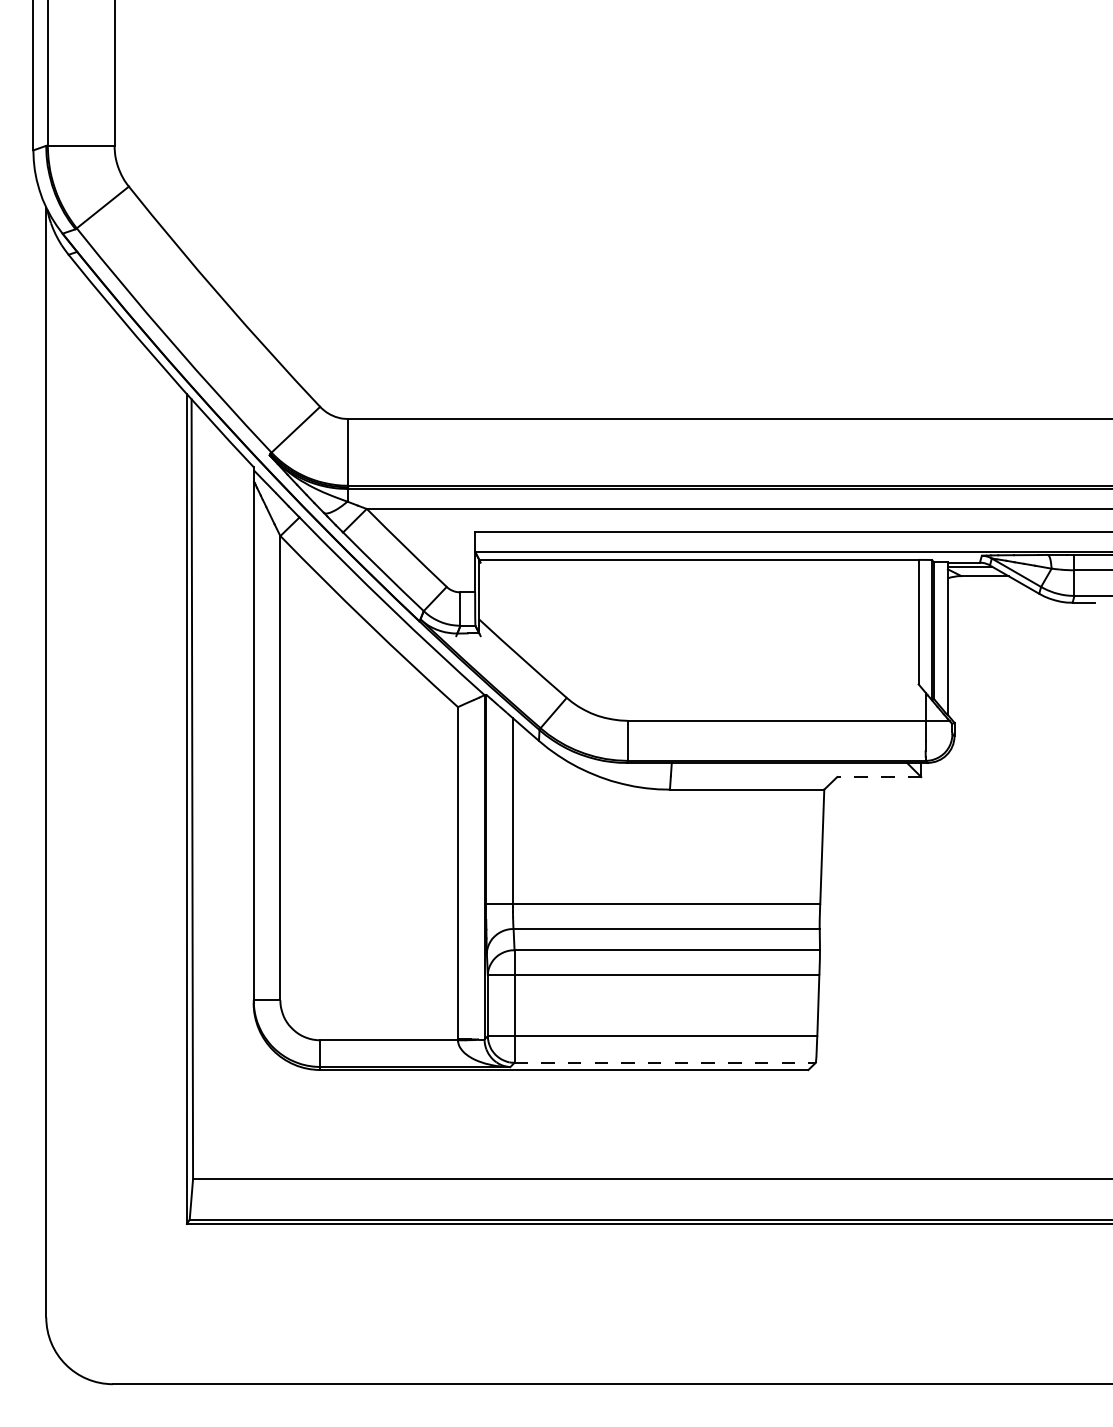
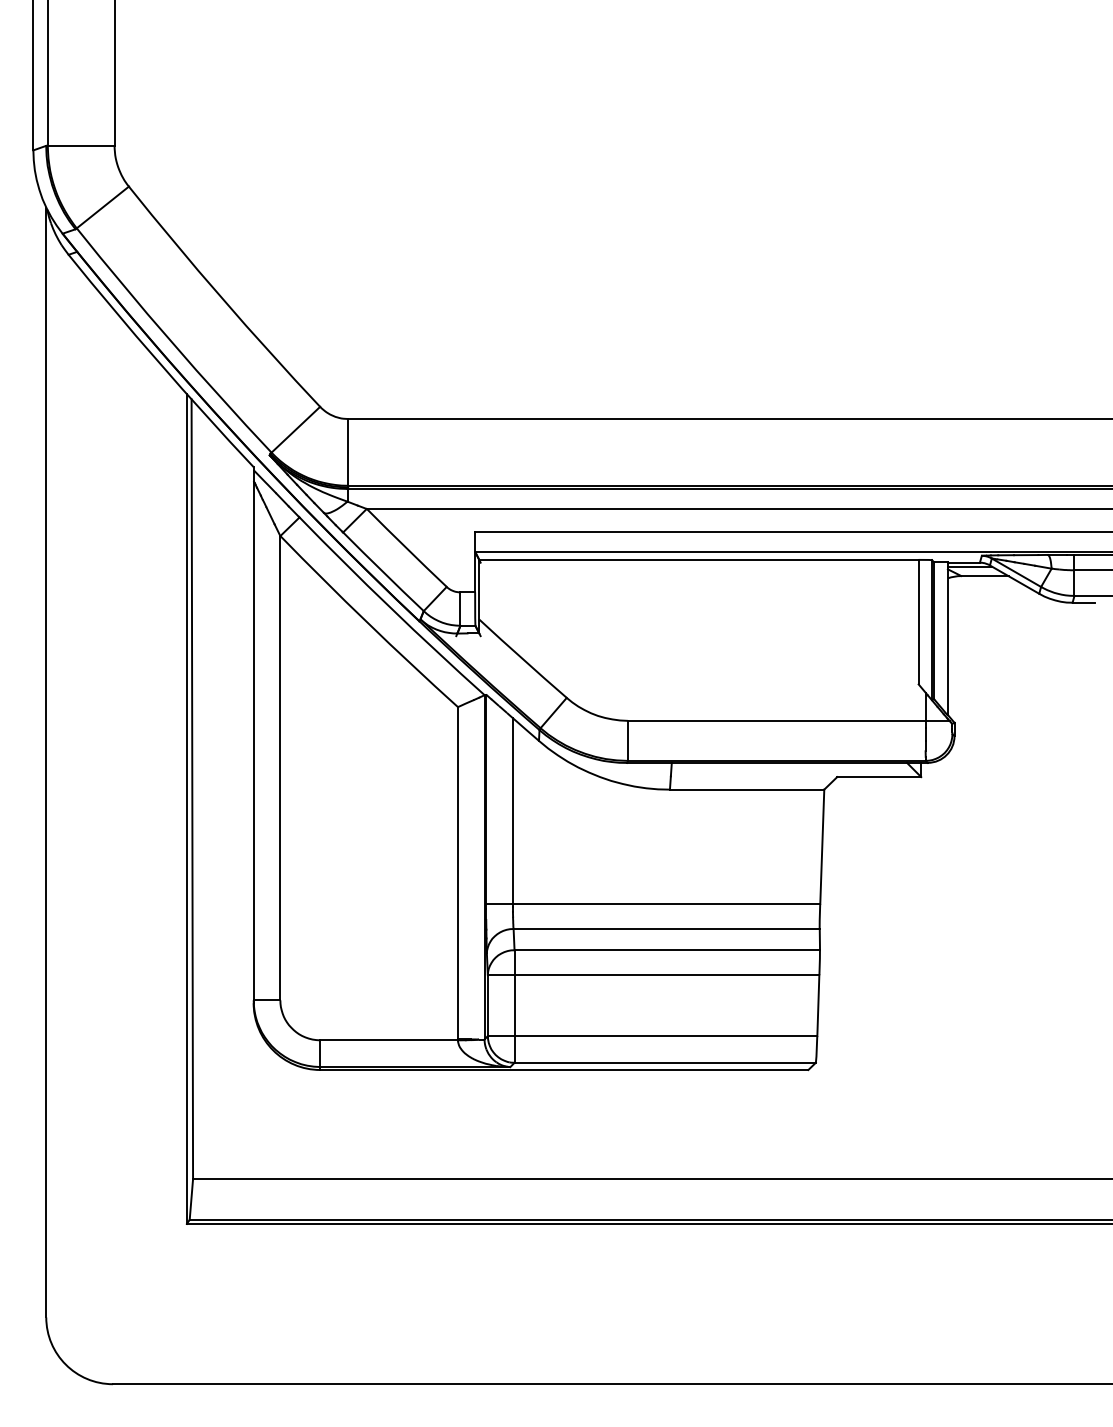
line at (879, 777): dashed -> solid
line at (665, 1062): dashed -> solid
